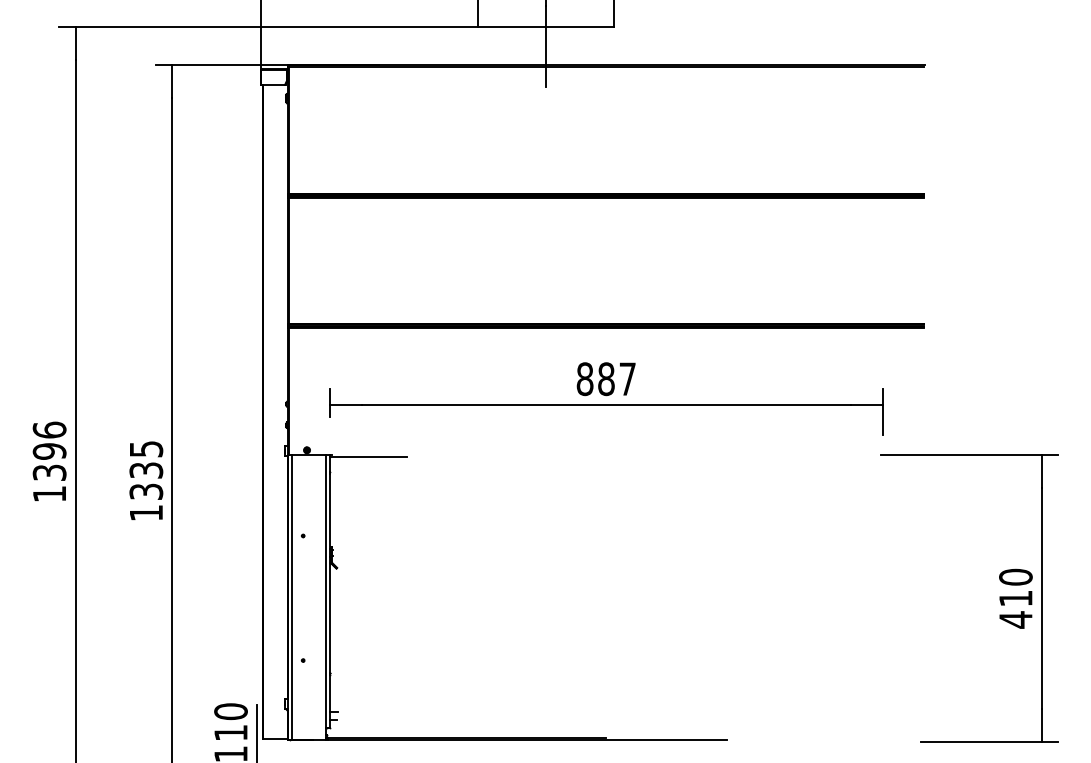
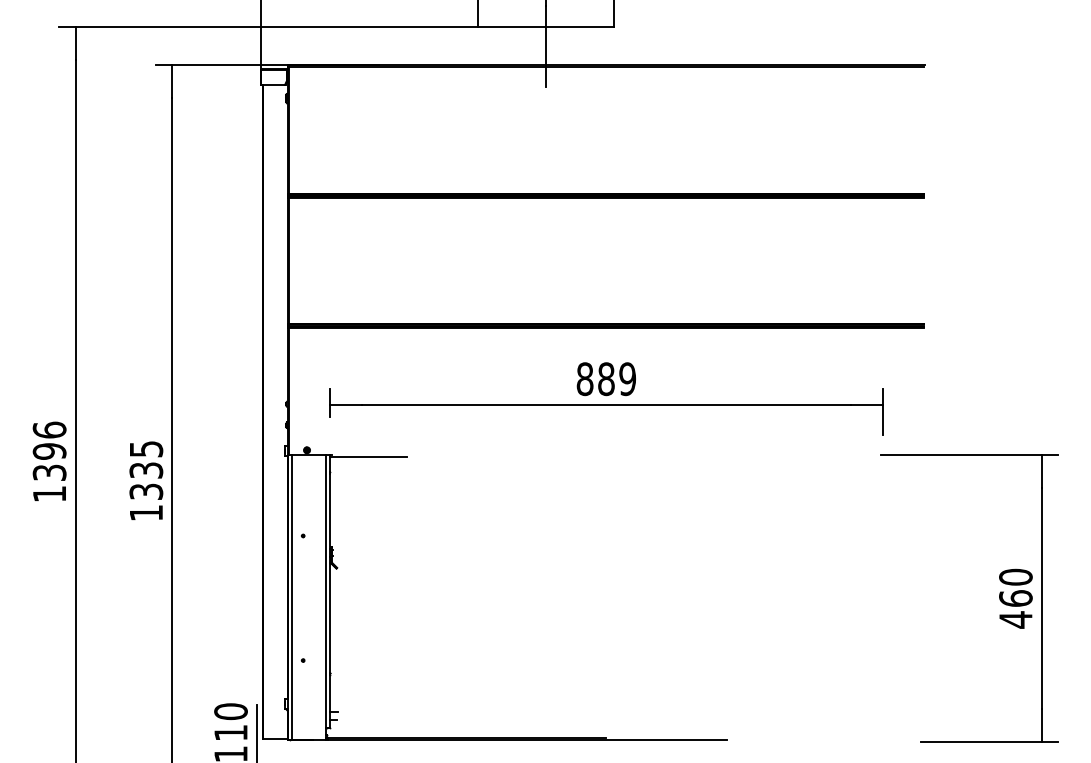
text at (627, 379): 887 -> 889
text at (1015, 598): 410 -> 460
